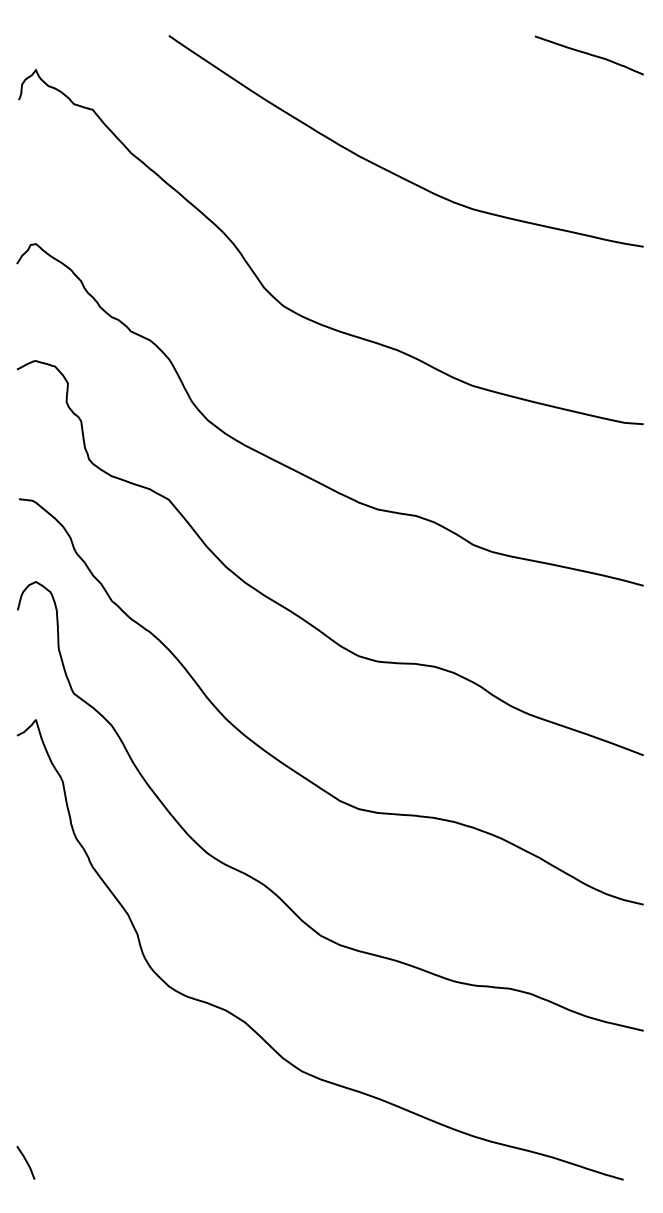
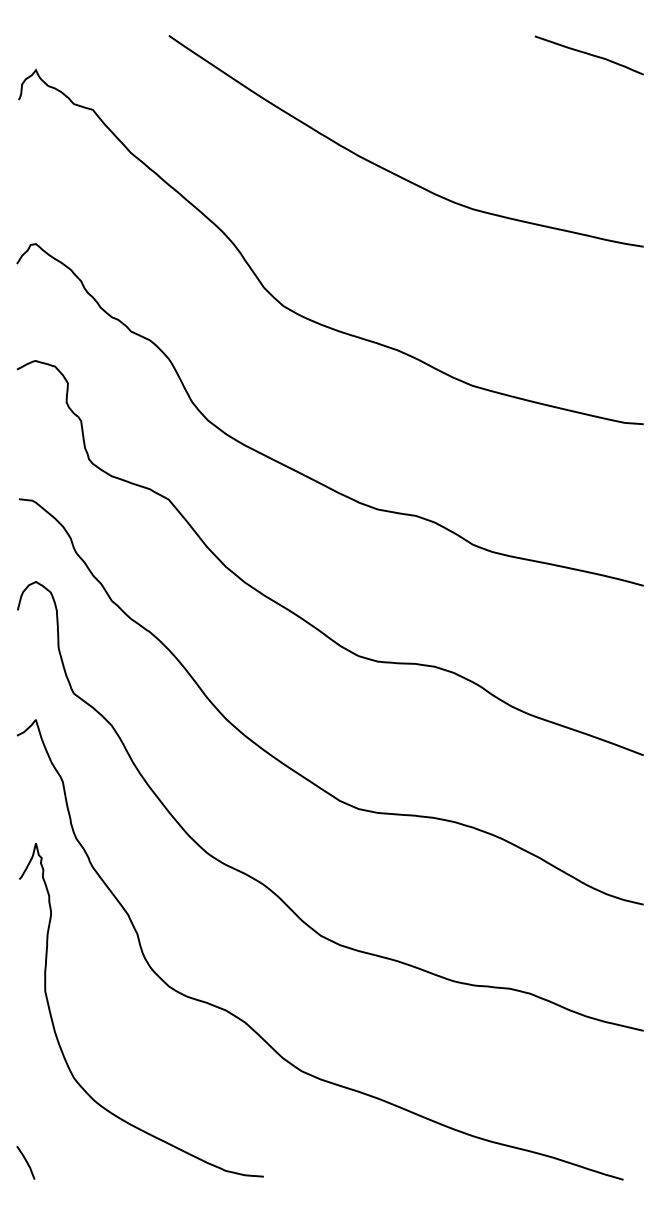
curve at (58, 1038): none -> present
